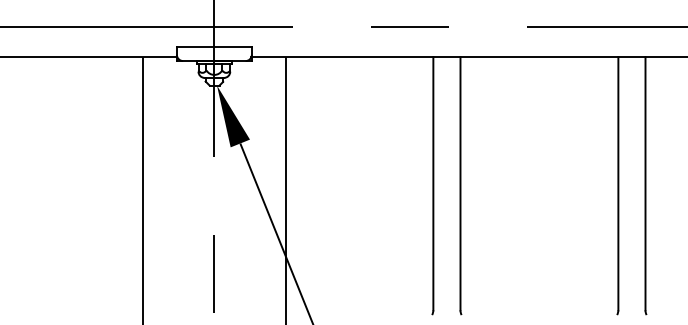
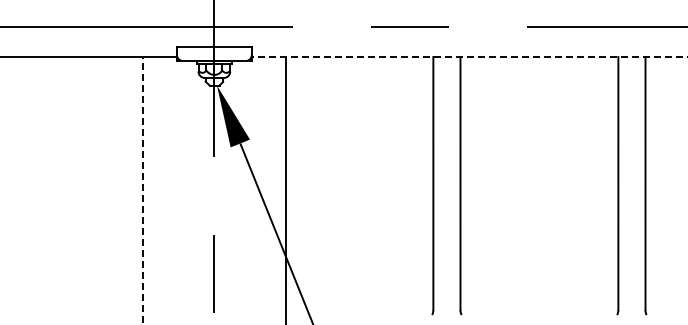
line at (469, 57): solid -> dashed
line at (142, 190): solid -> dashed
